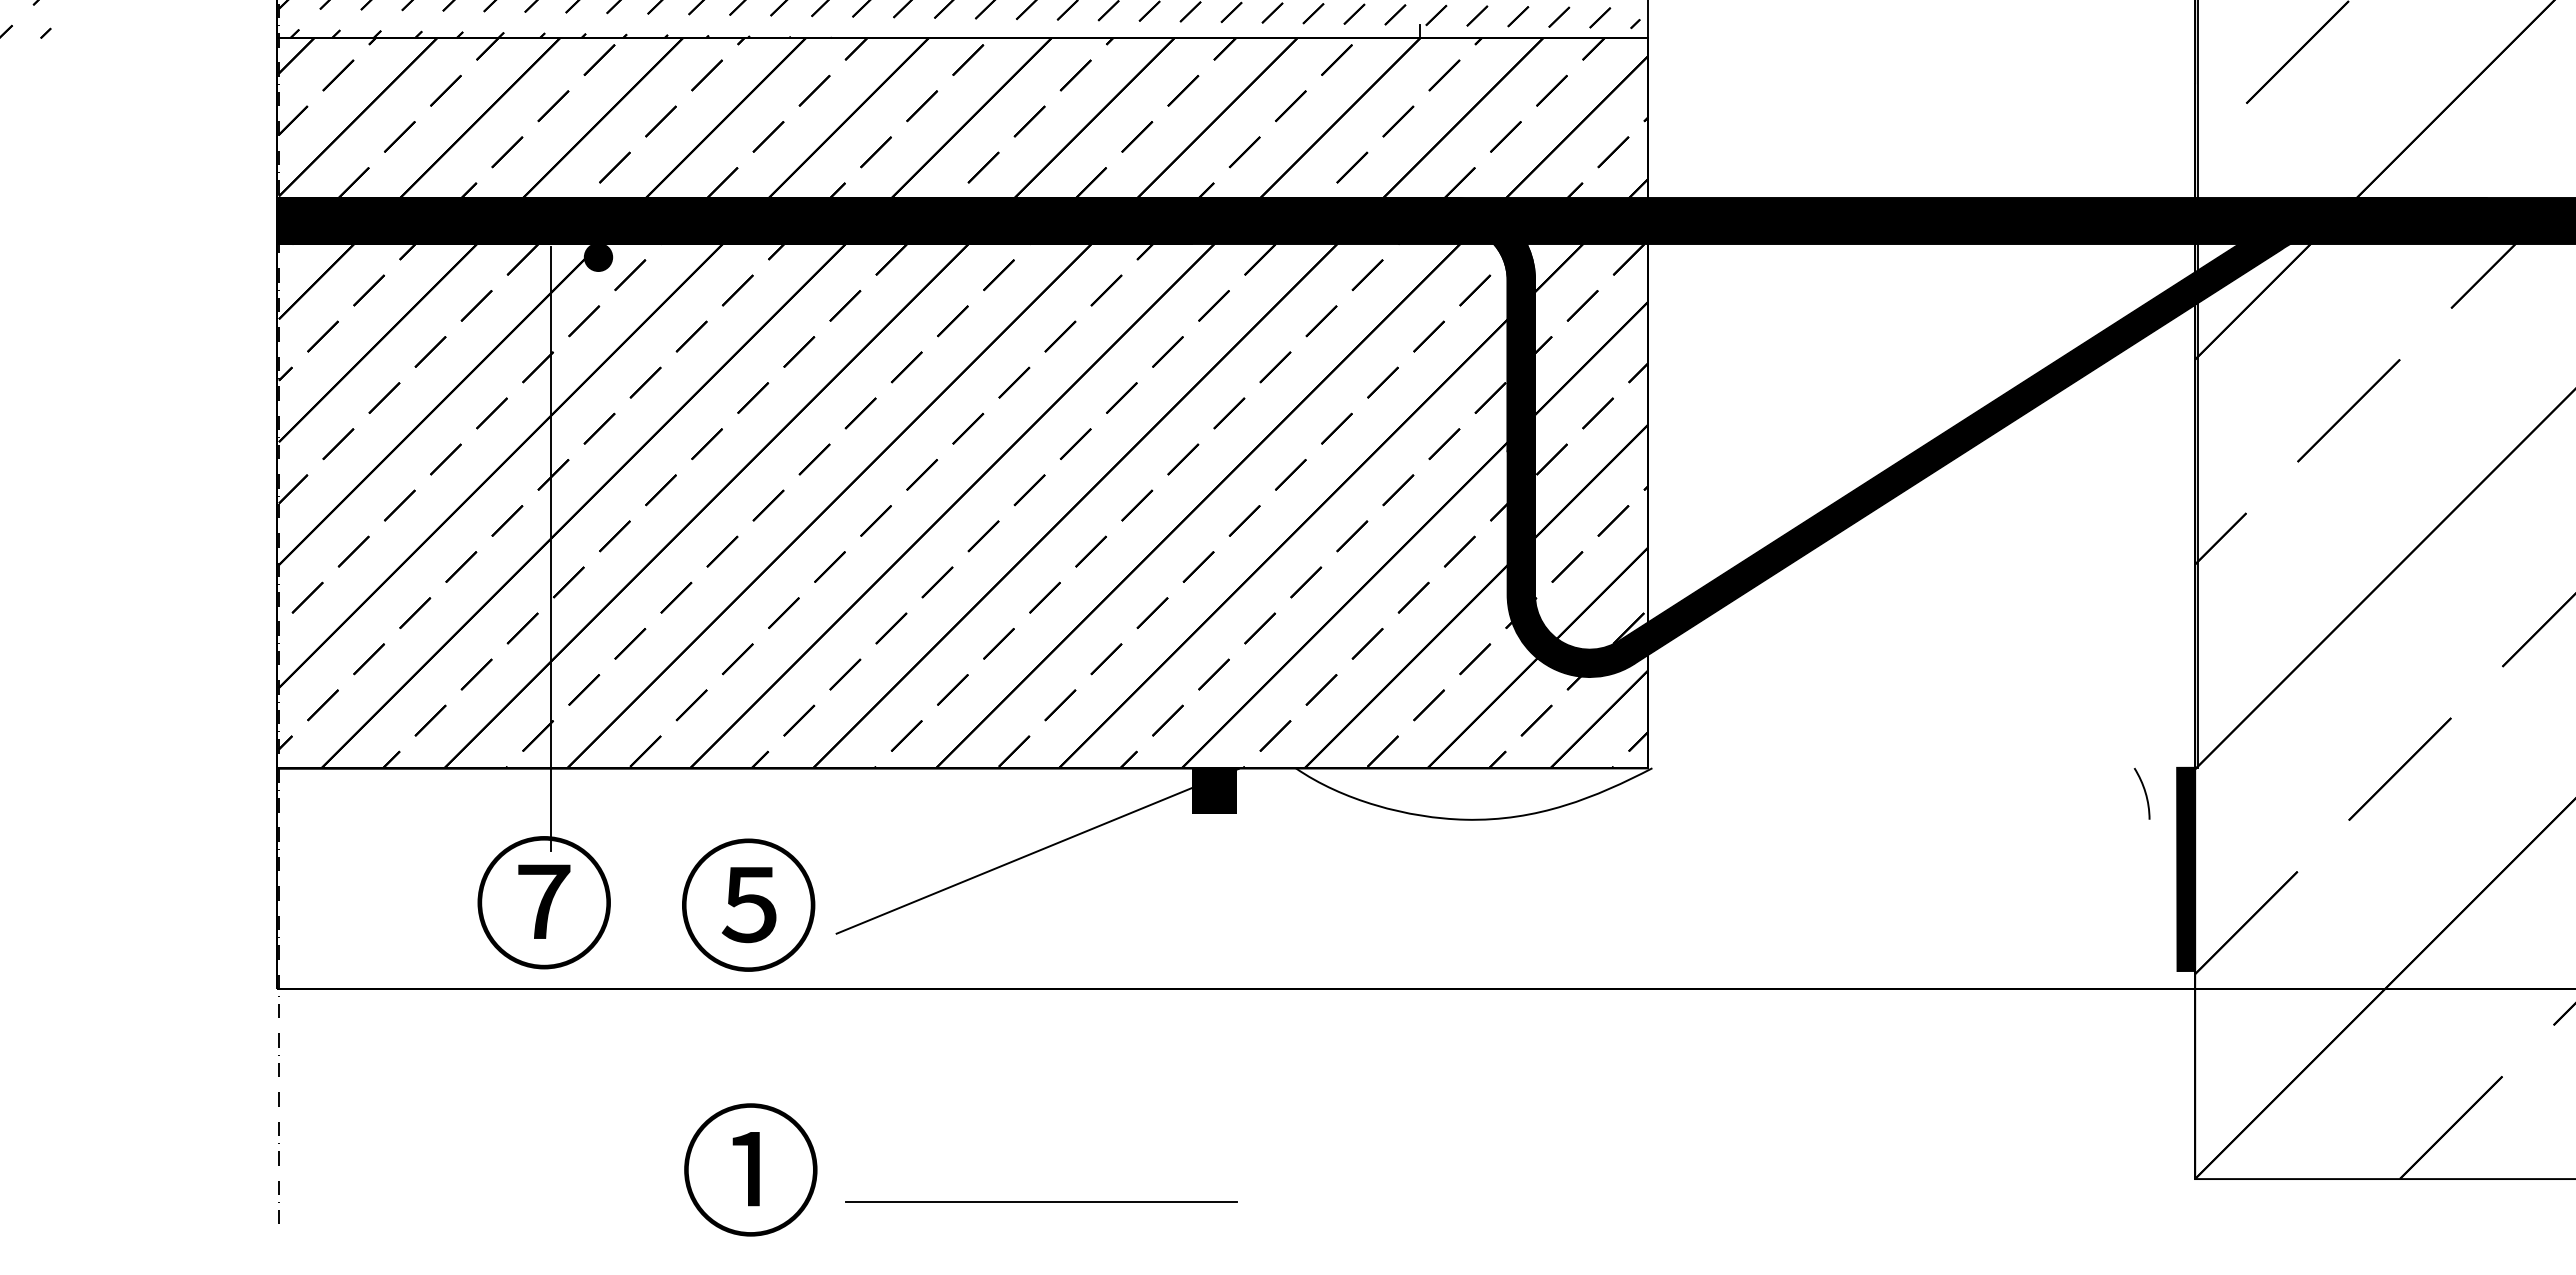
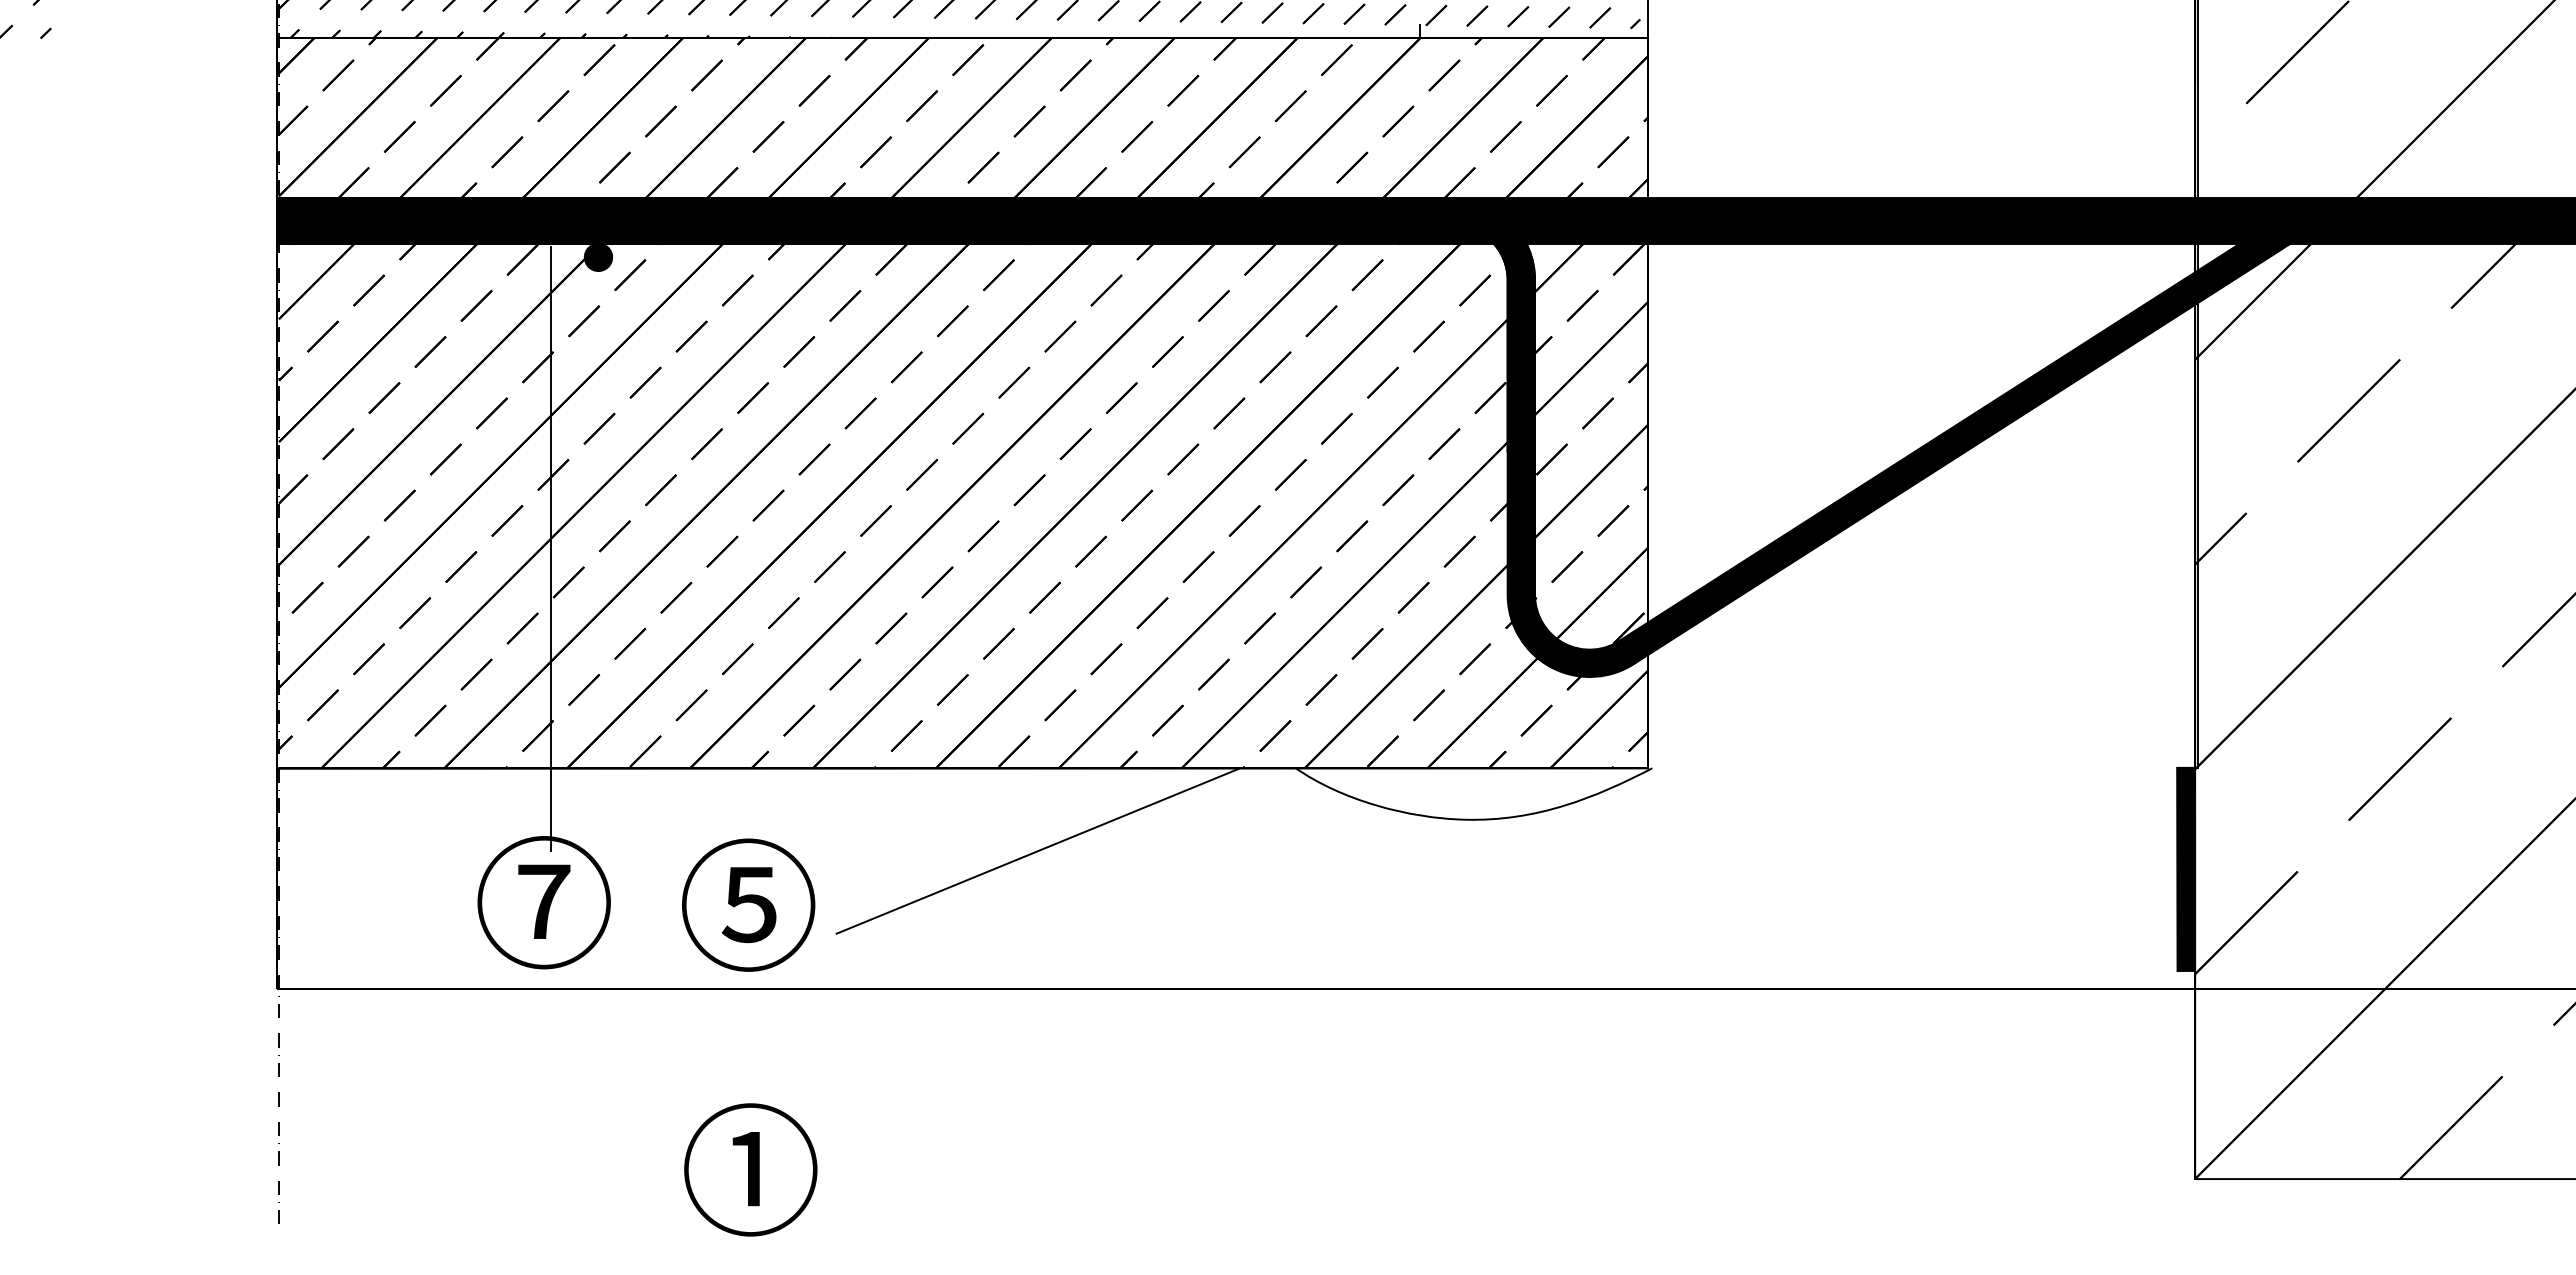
fill at (1214, 790): present -> none
curve at (2144, 793): present -> none
line at (1041, 1201): present -> none
